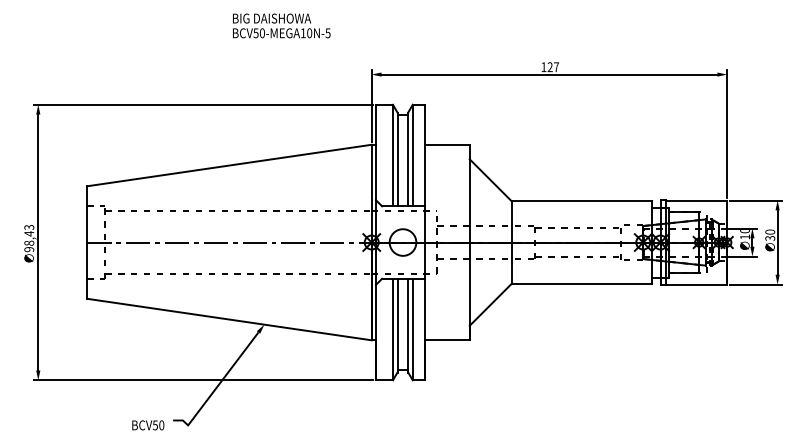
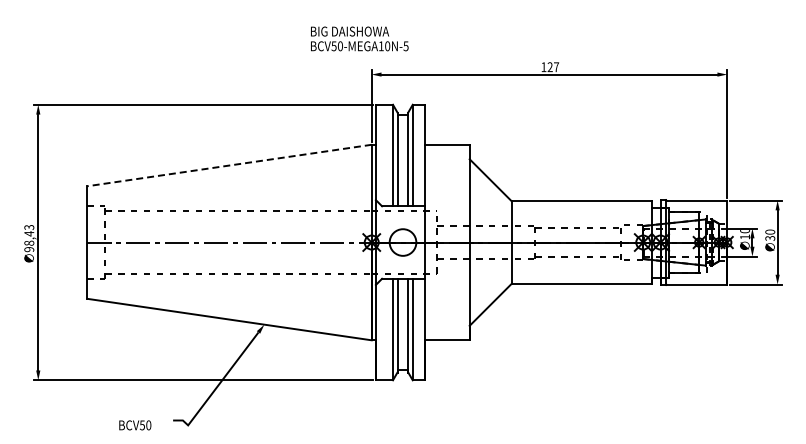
text at (281, 25) position: (281, 25) -> (359, 38)
line at (229, 165): solid -> dashed
text at (148, 425) position: (148, 425) -> (135, 425)
